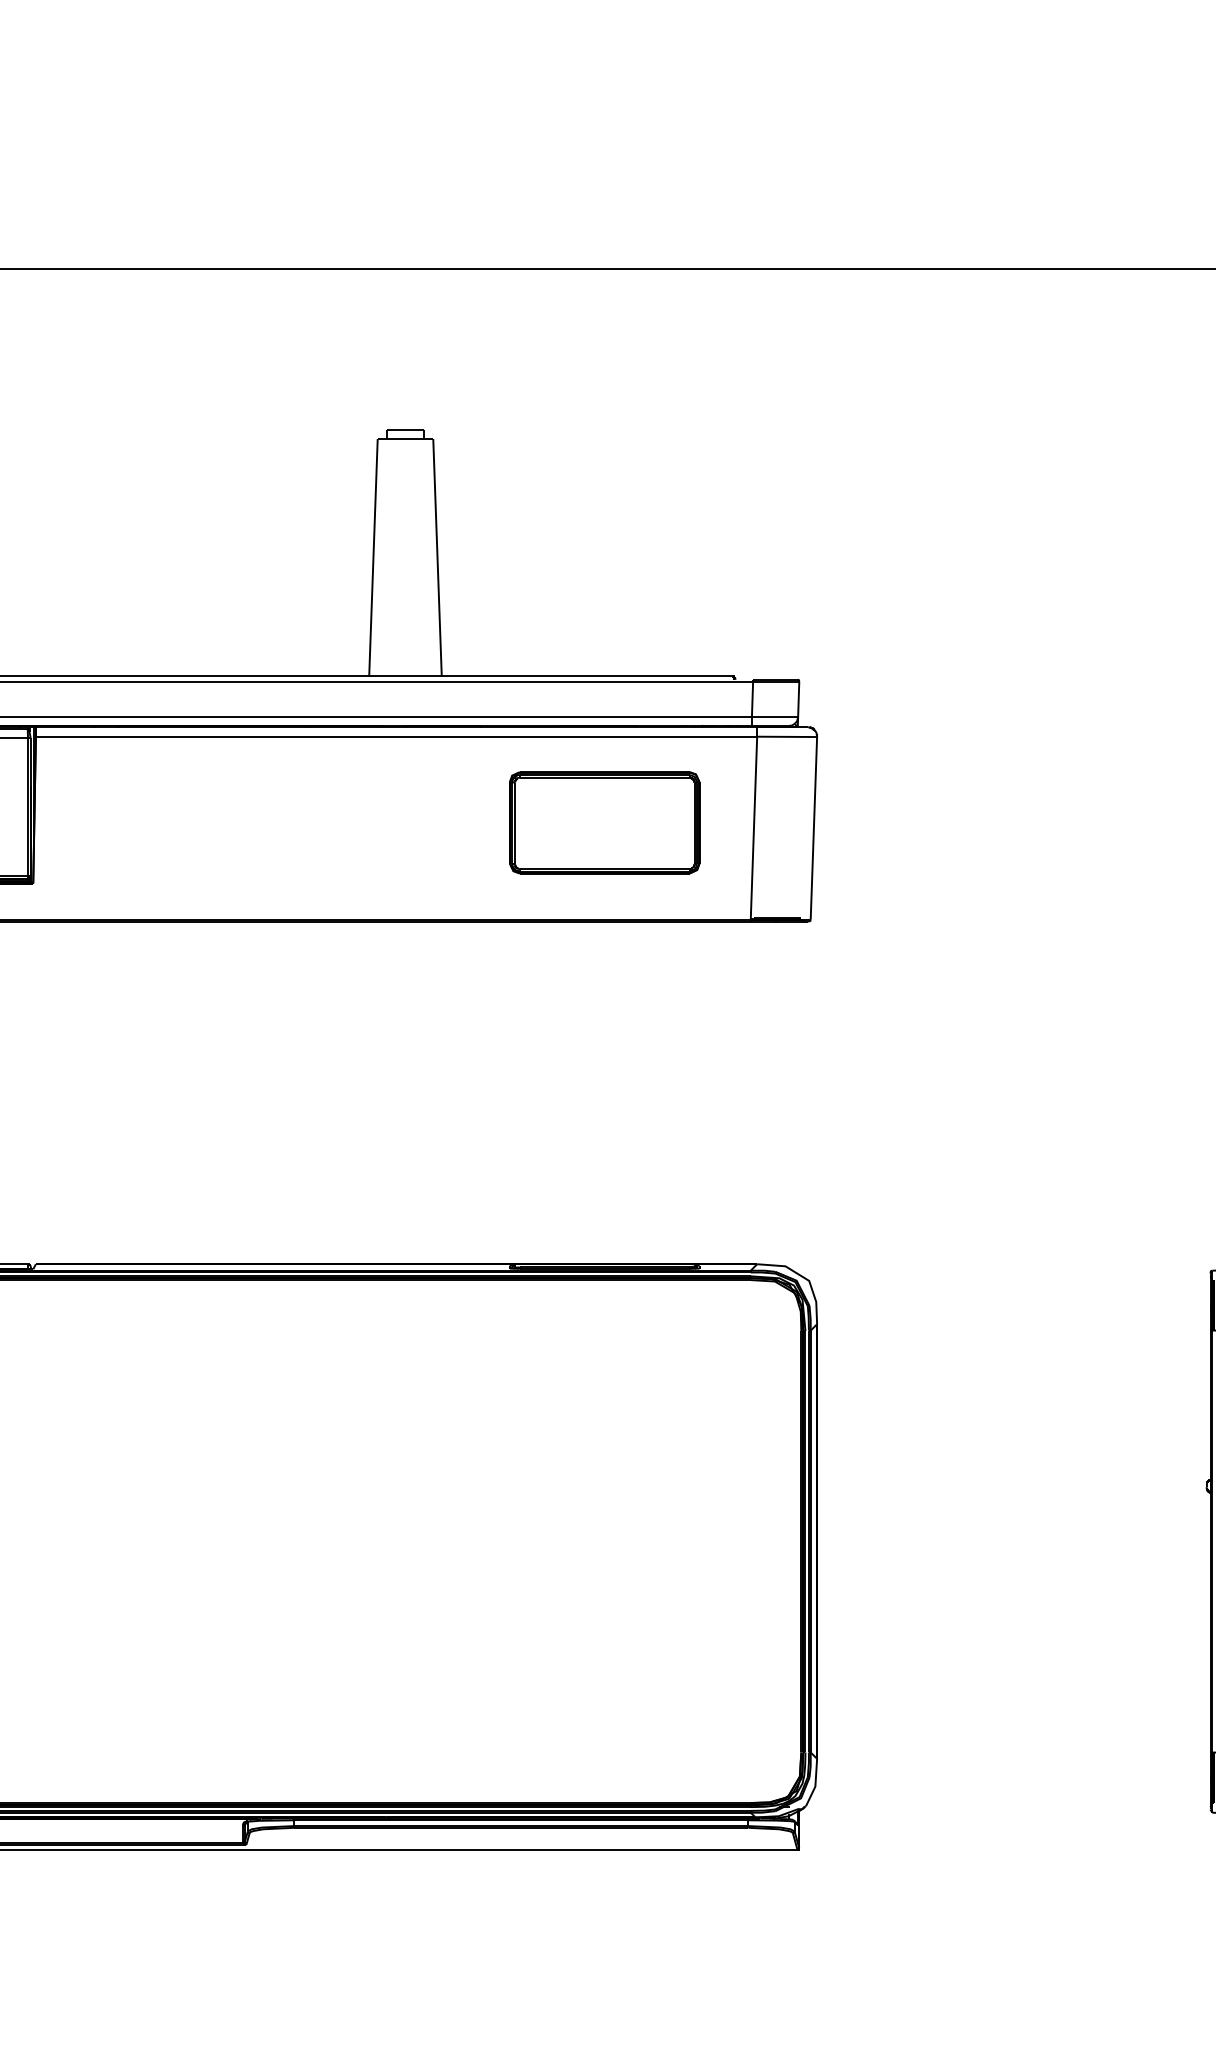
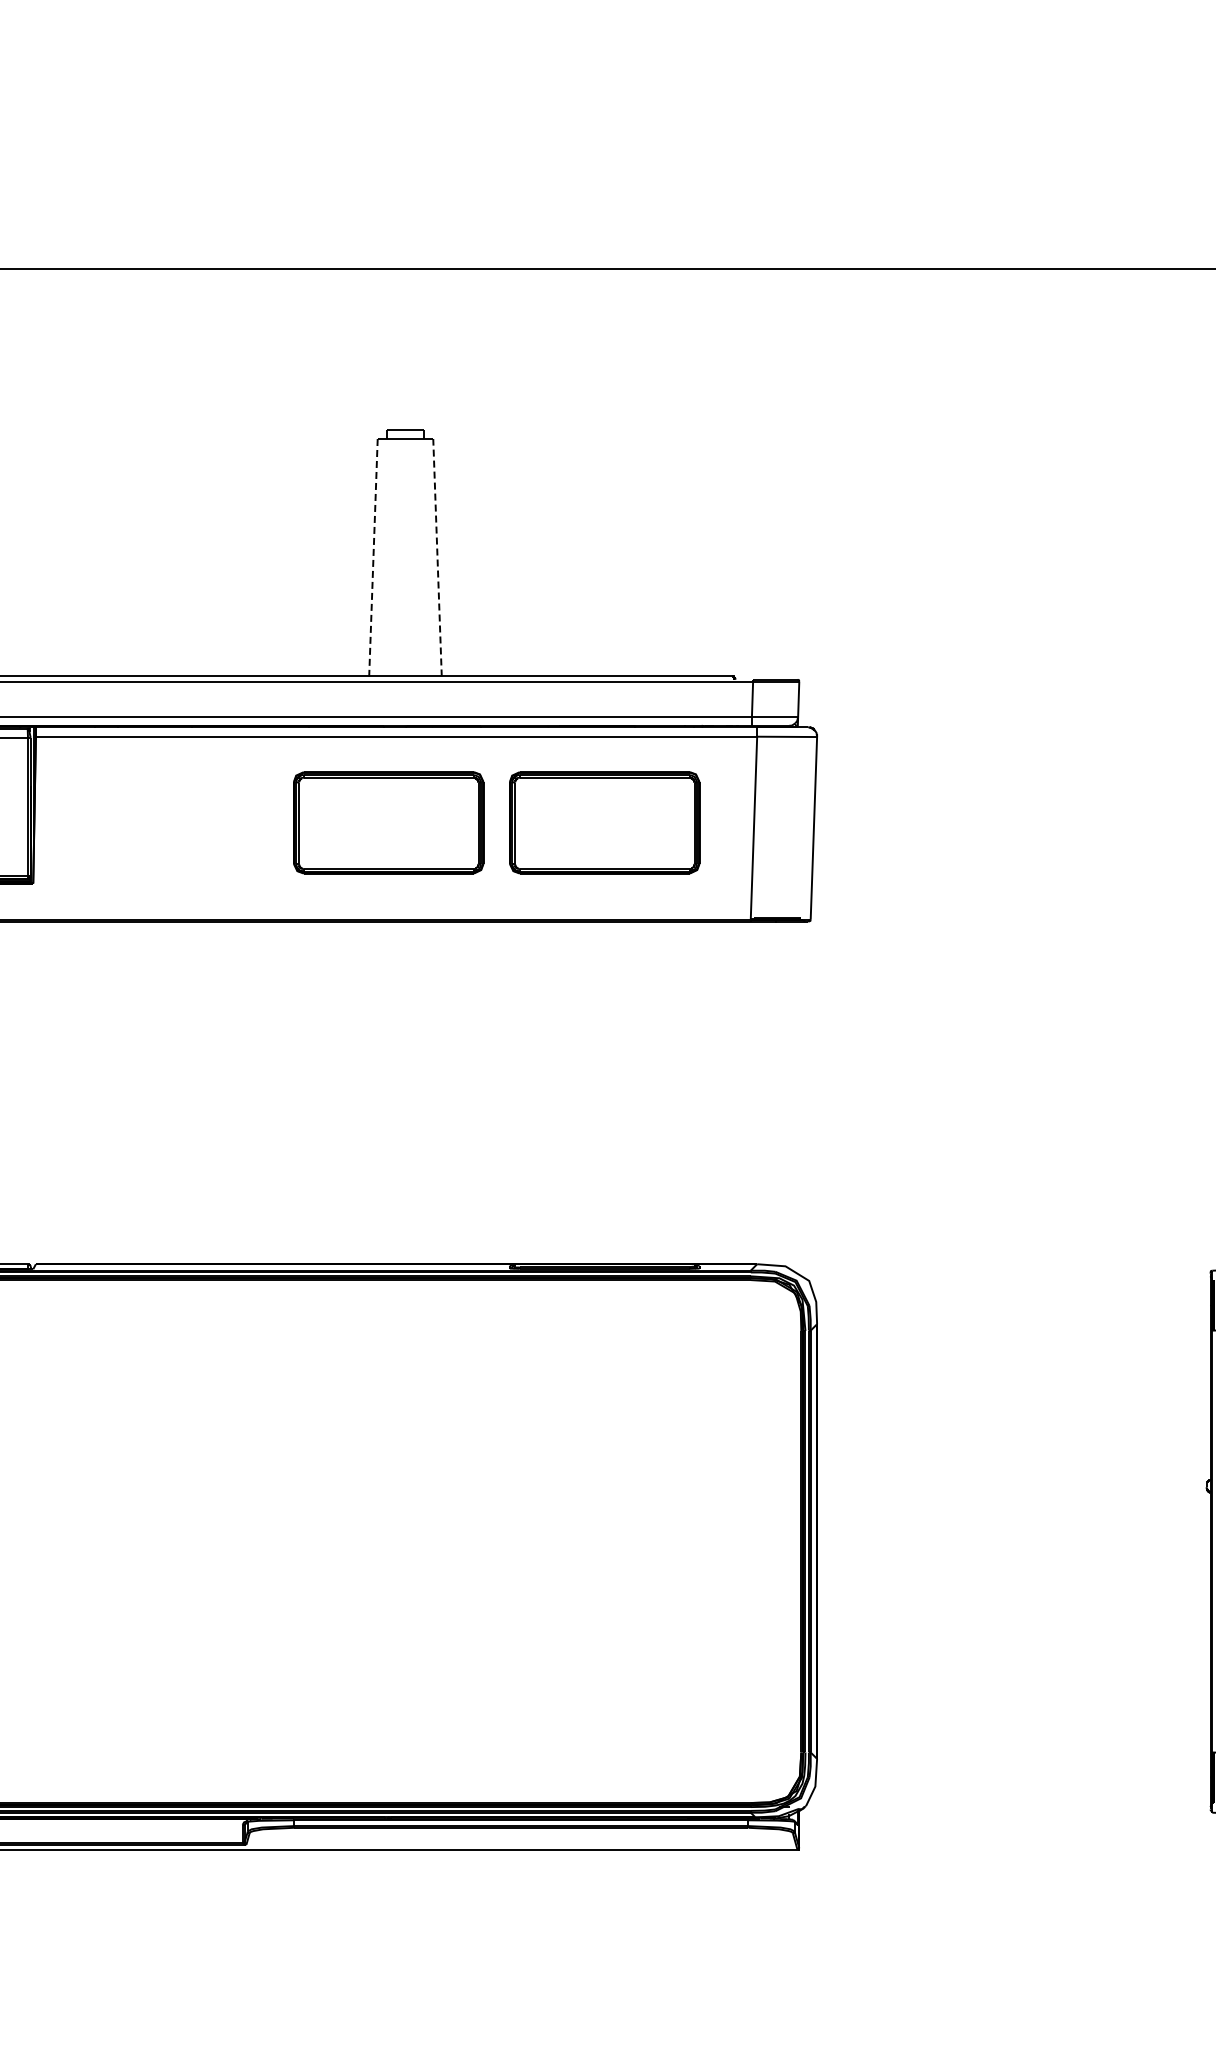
line at (373, 557): solid -> dashed
line at (437, 557): solid -> dashed
part at (388, 822): none -> present
